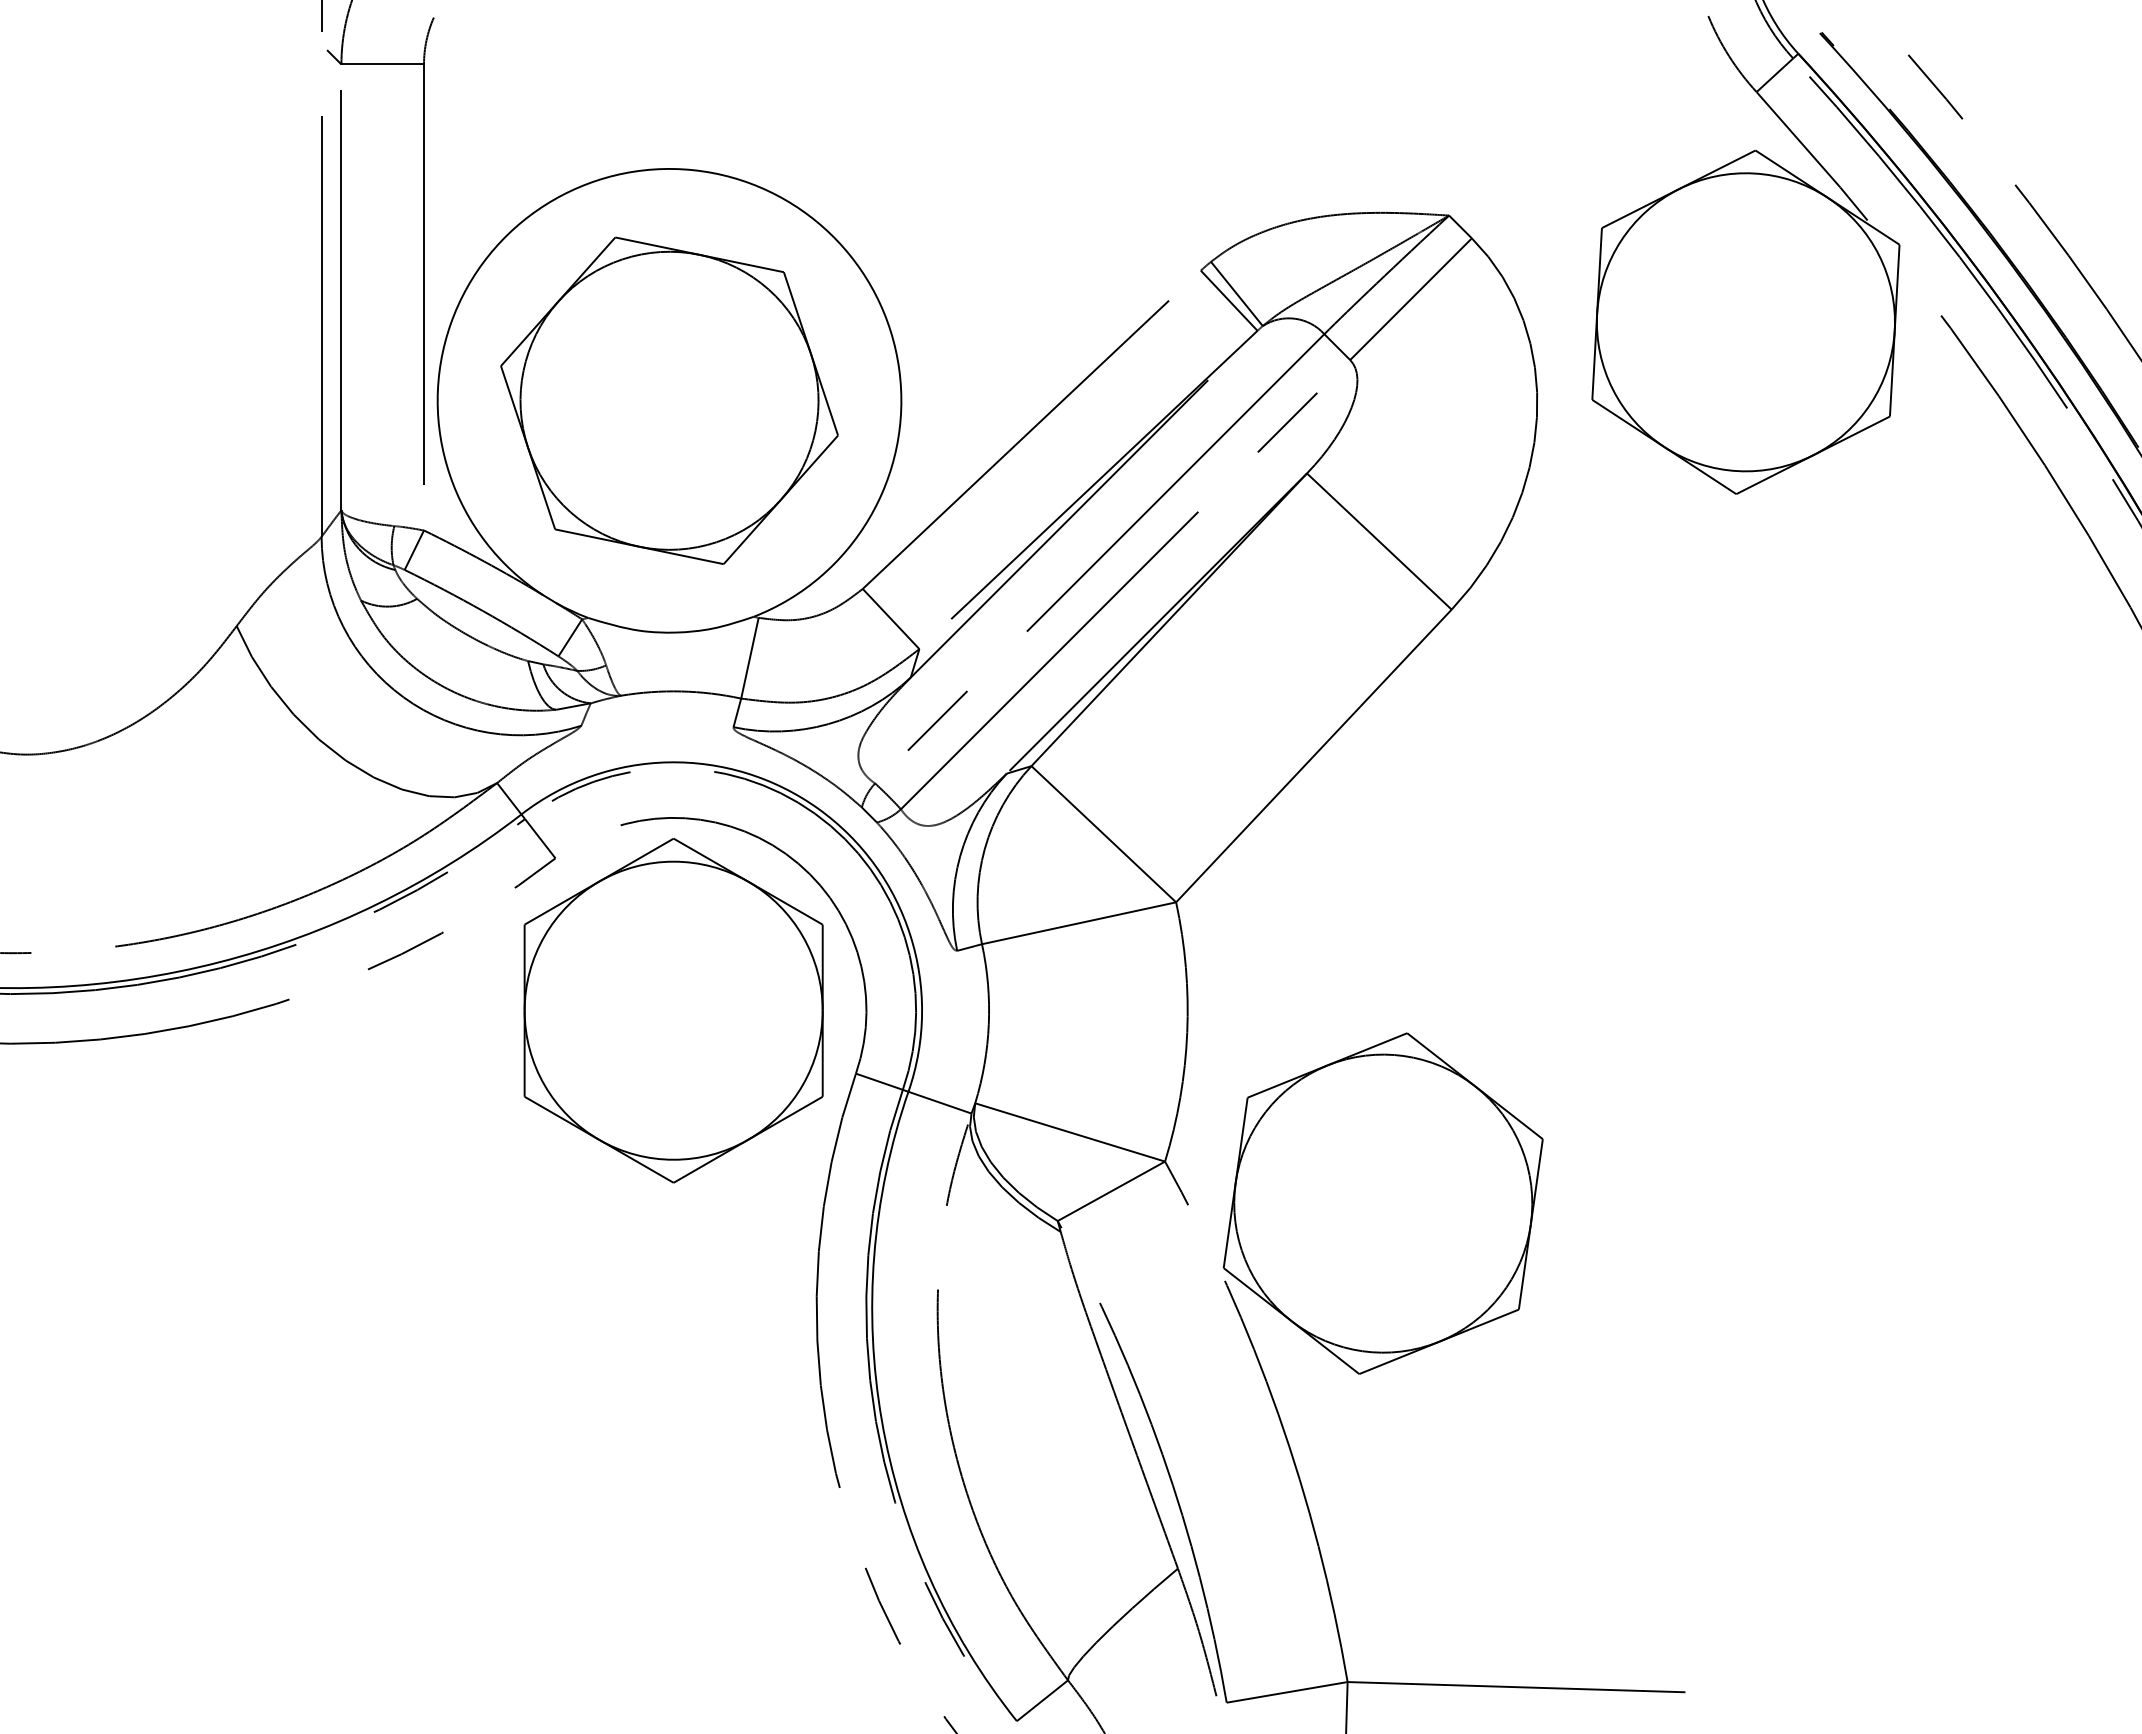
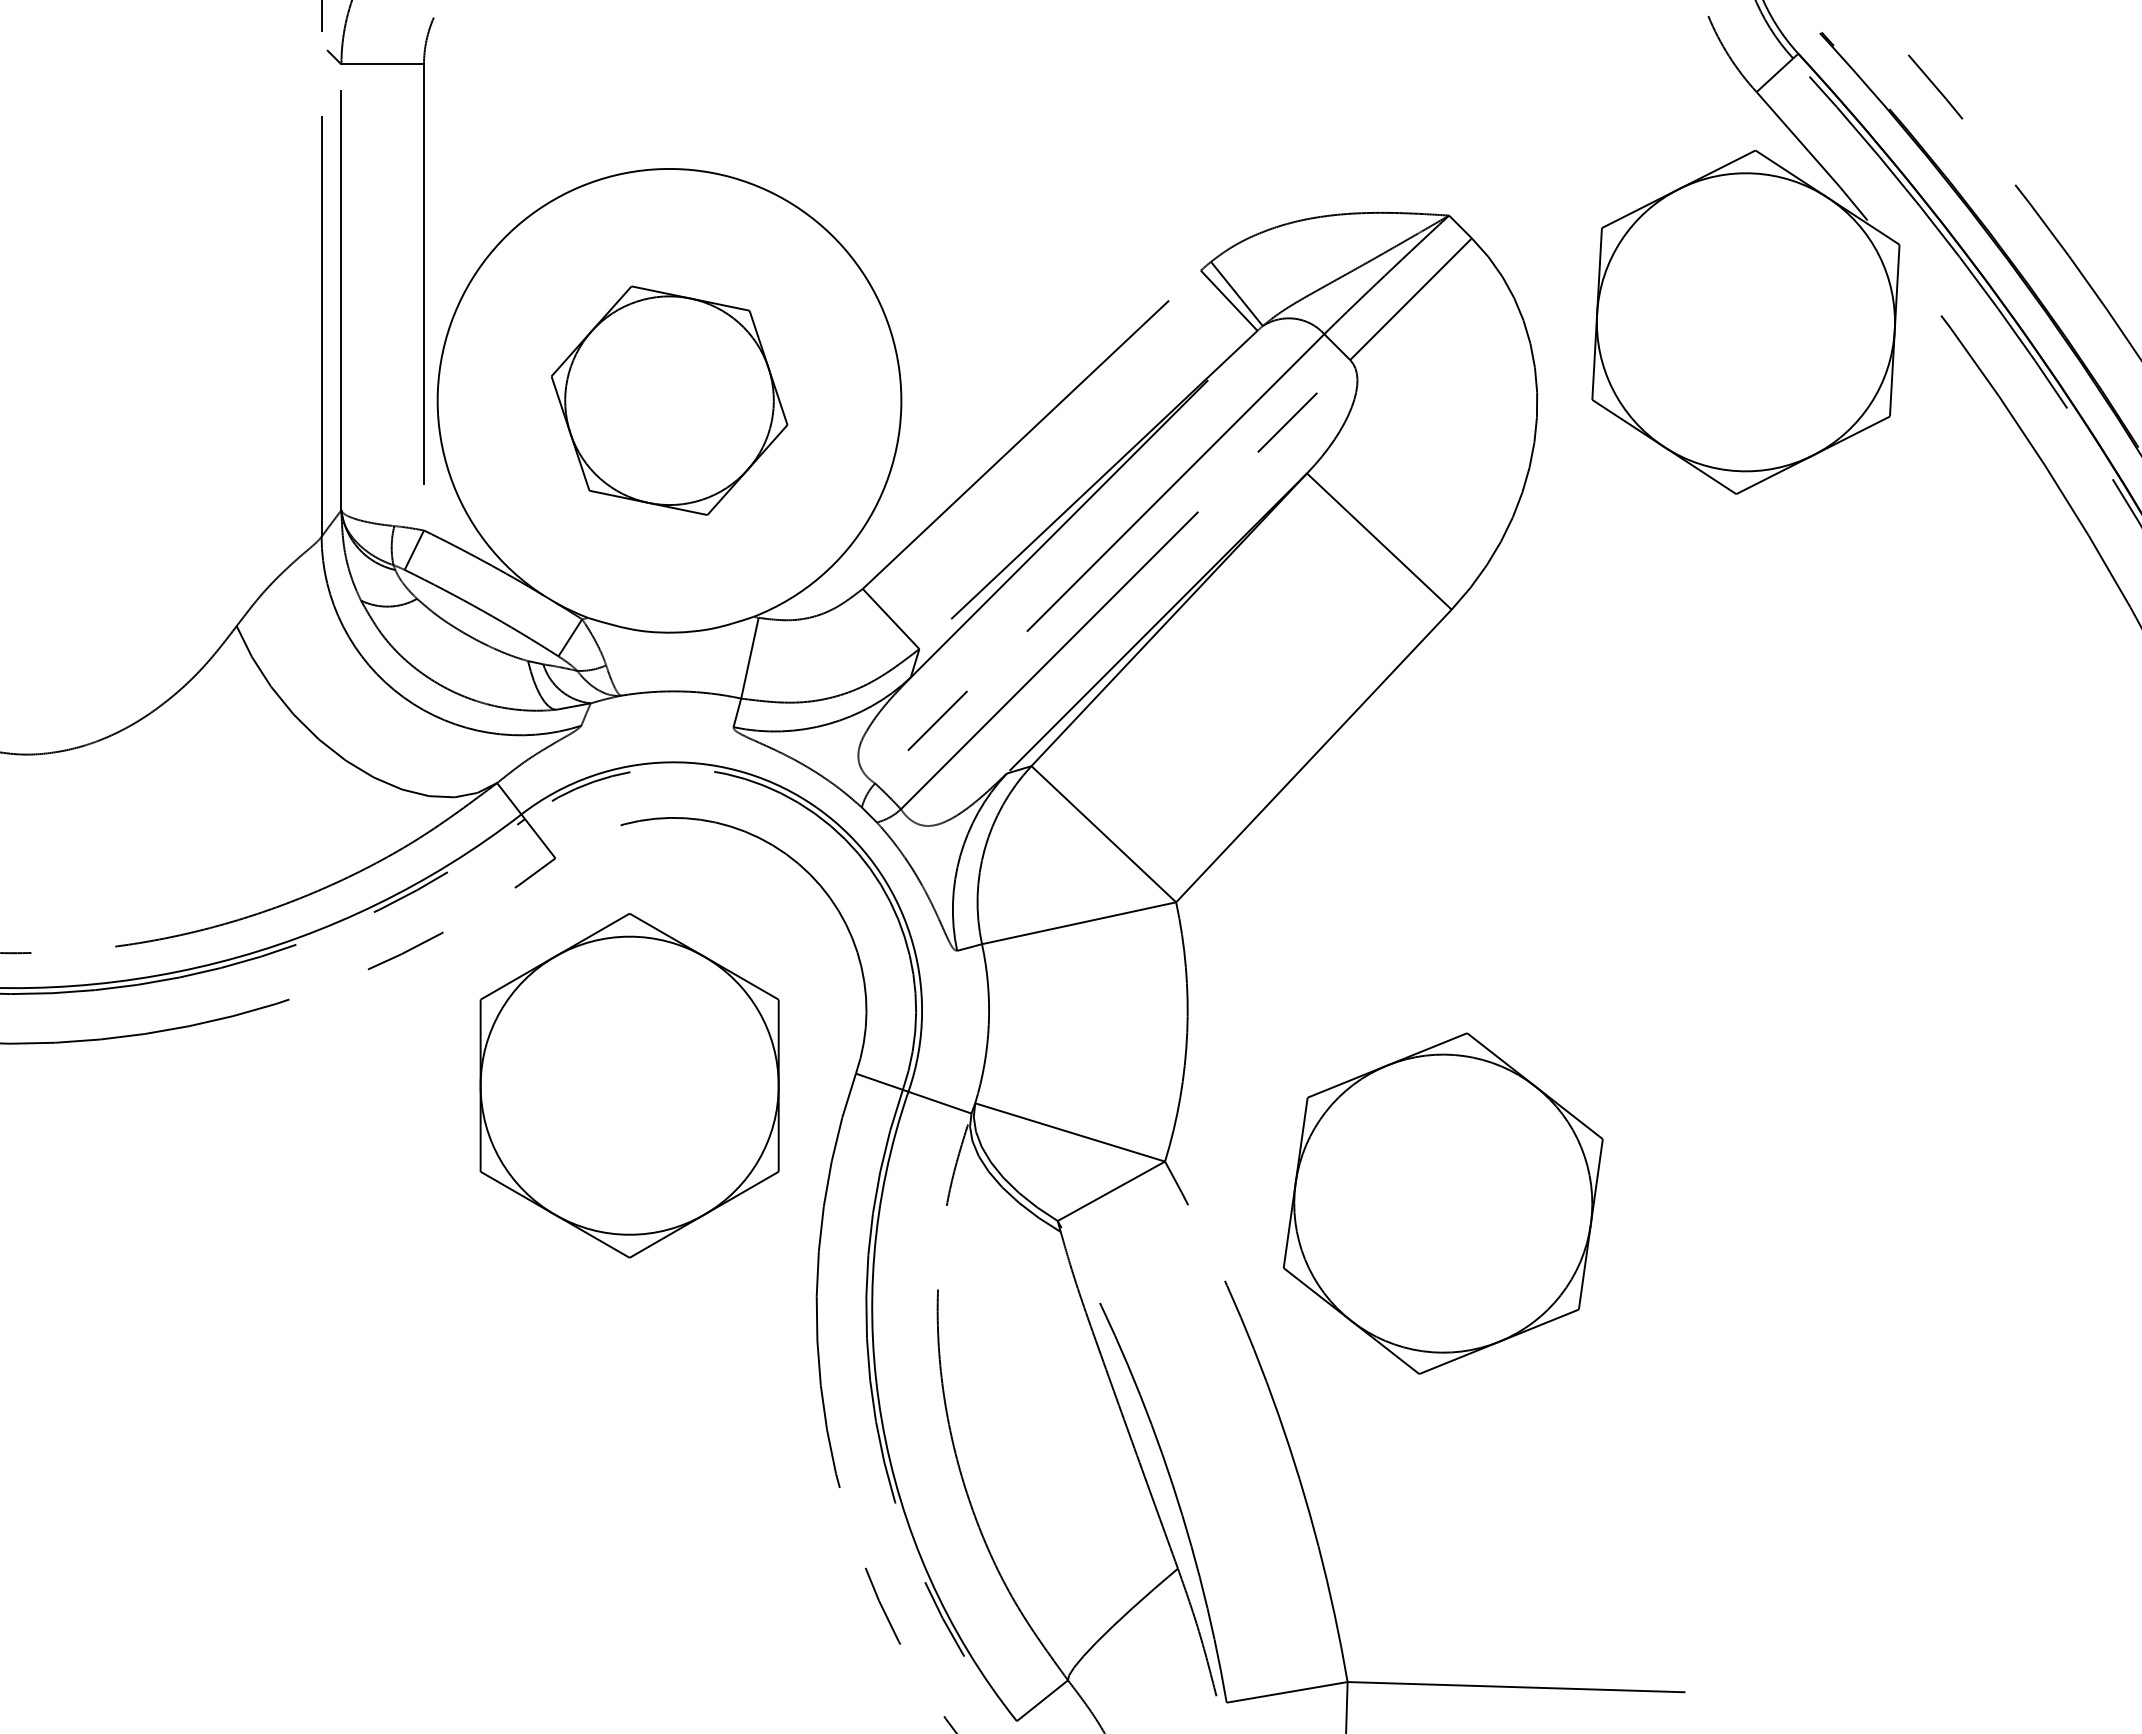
part at (669, 400) size: 339x329 px -> 239x231 px
part at (673, 1010) position: (673, 1010) -> (629, 1085)
part at (1382, 1203) position: (1382, 1203) -> (1442, 1203)
